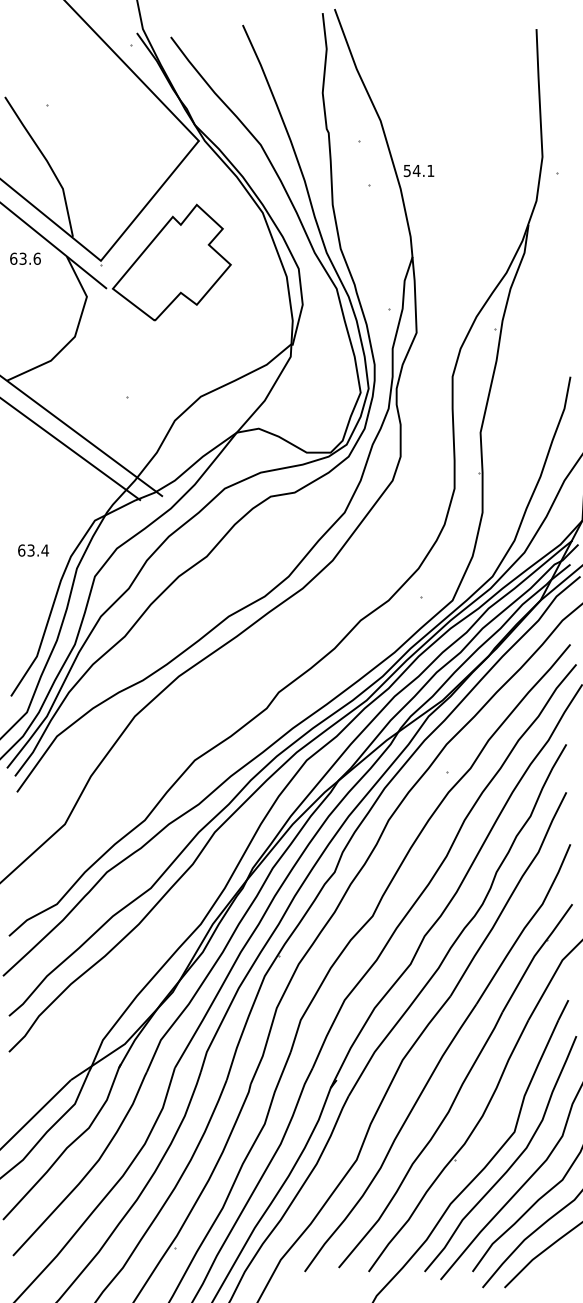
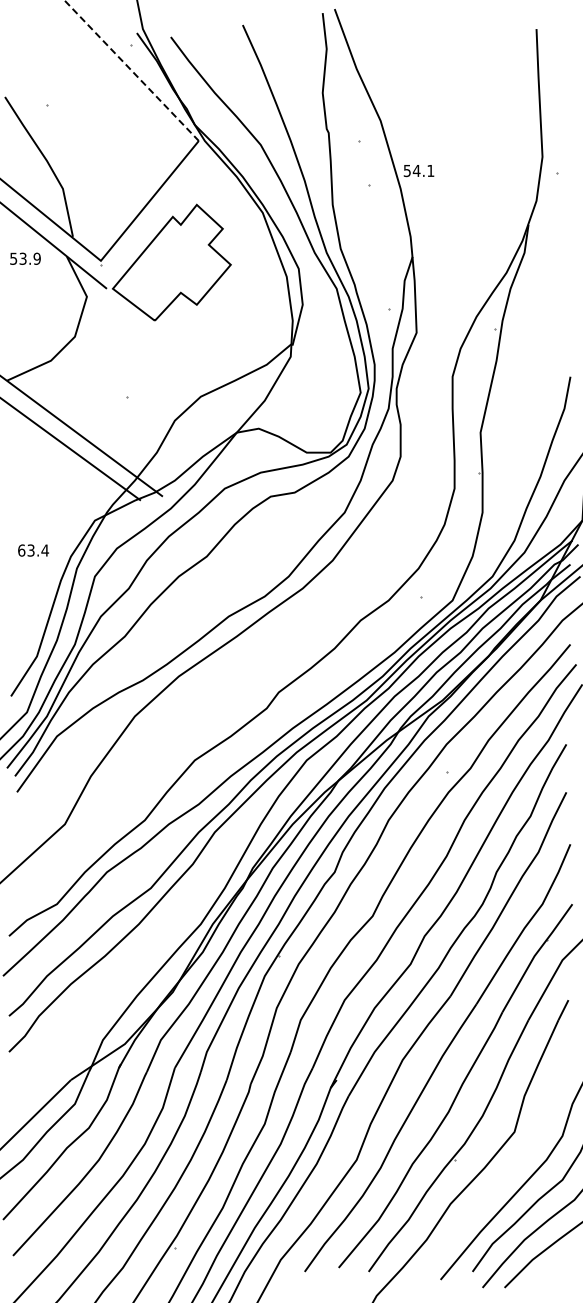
line at (131, 70): solid -> dashed
text at (25, 258): 63.6 -> 53.9
curve at (511, 1164): present -> none
